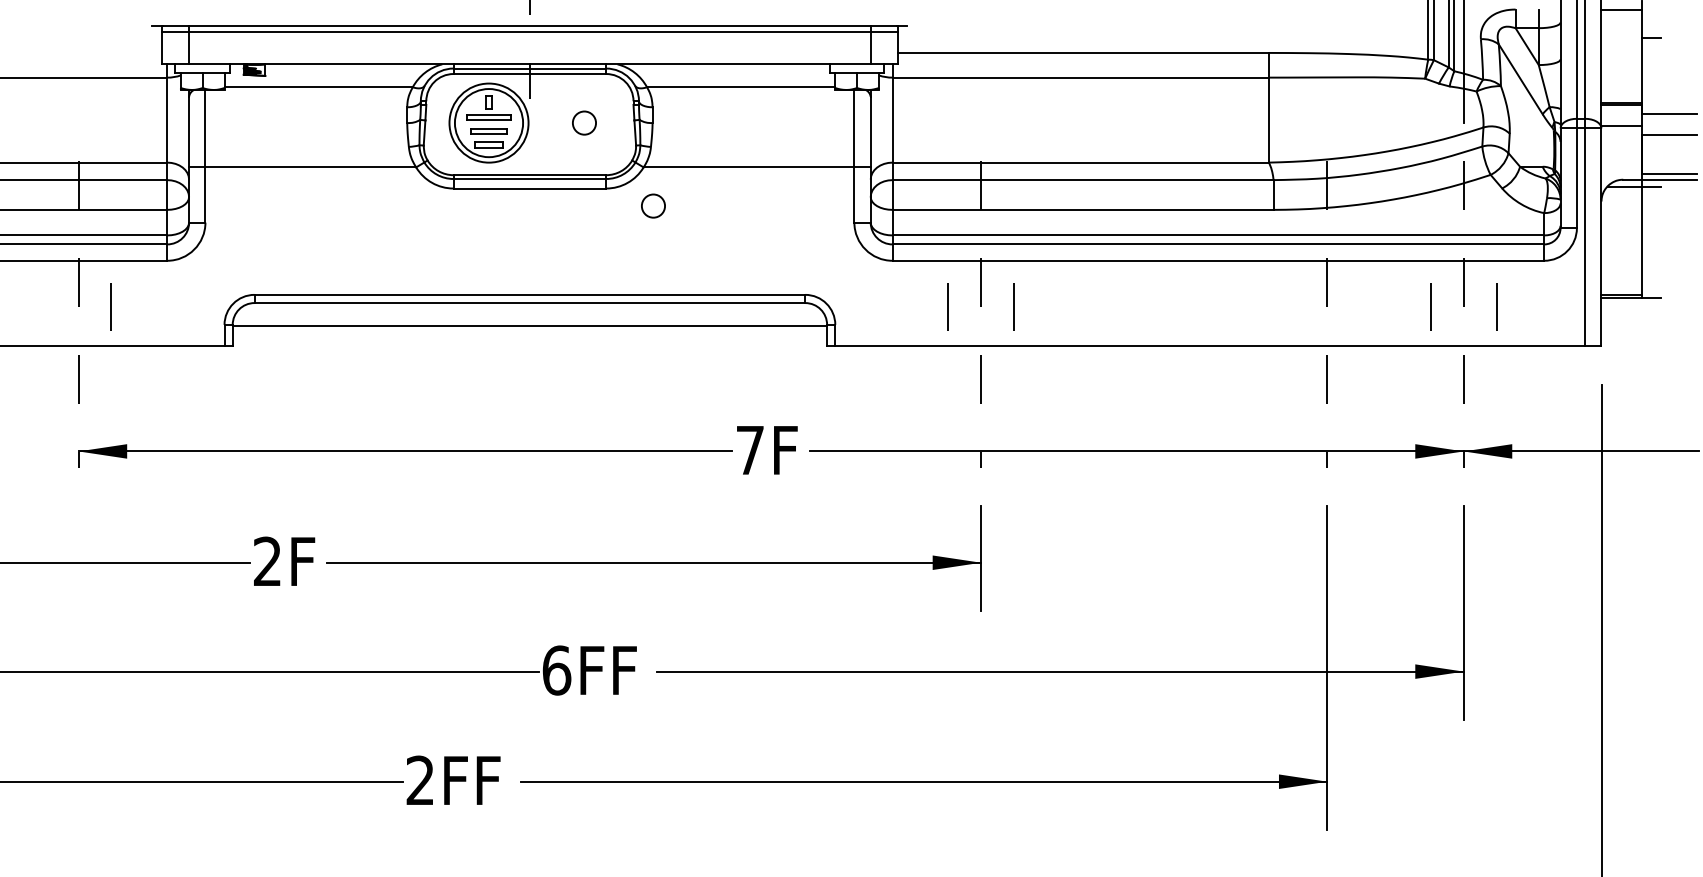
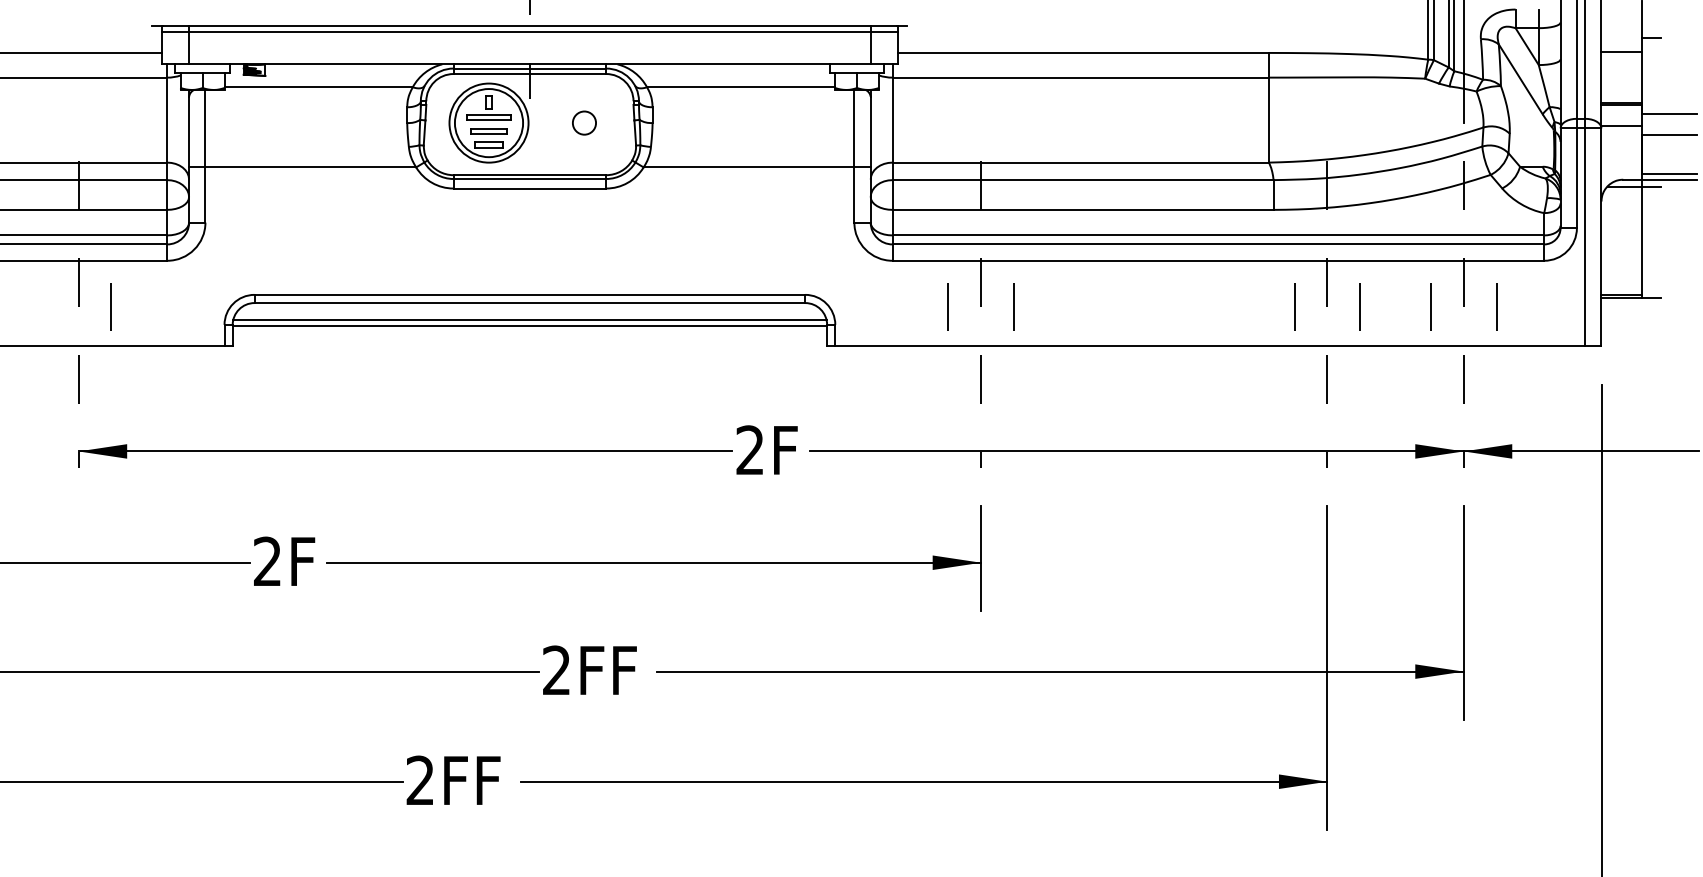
line at (1621, 10) position: (1621, 10) -> (1621, 52)
line at (81, 52): none -> present
circle at (653, 205): present -> none
line at (1294, 306): none -> present
line at (1359, 306): none -> present
line at (529, 320): none -> present
text at (749, 449): 7F -> 2F
text at (556, 670): 6FF -> 2FF
